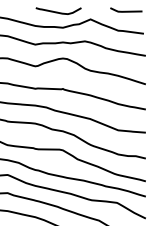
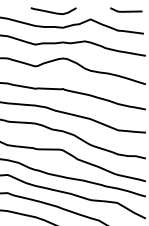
curve at (57, 11) position: (57, 11) -> (52, 11)
